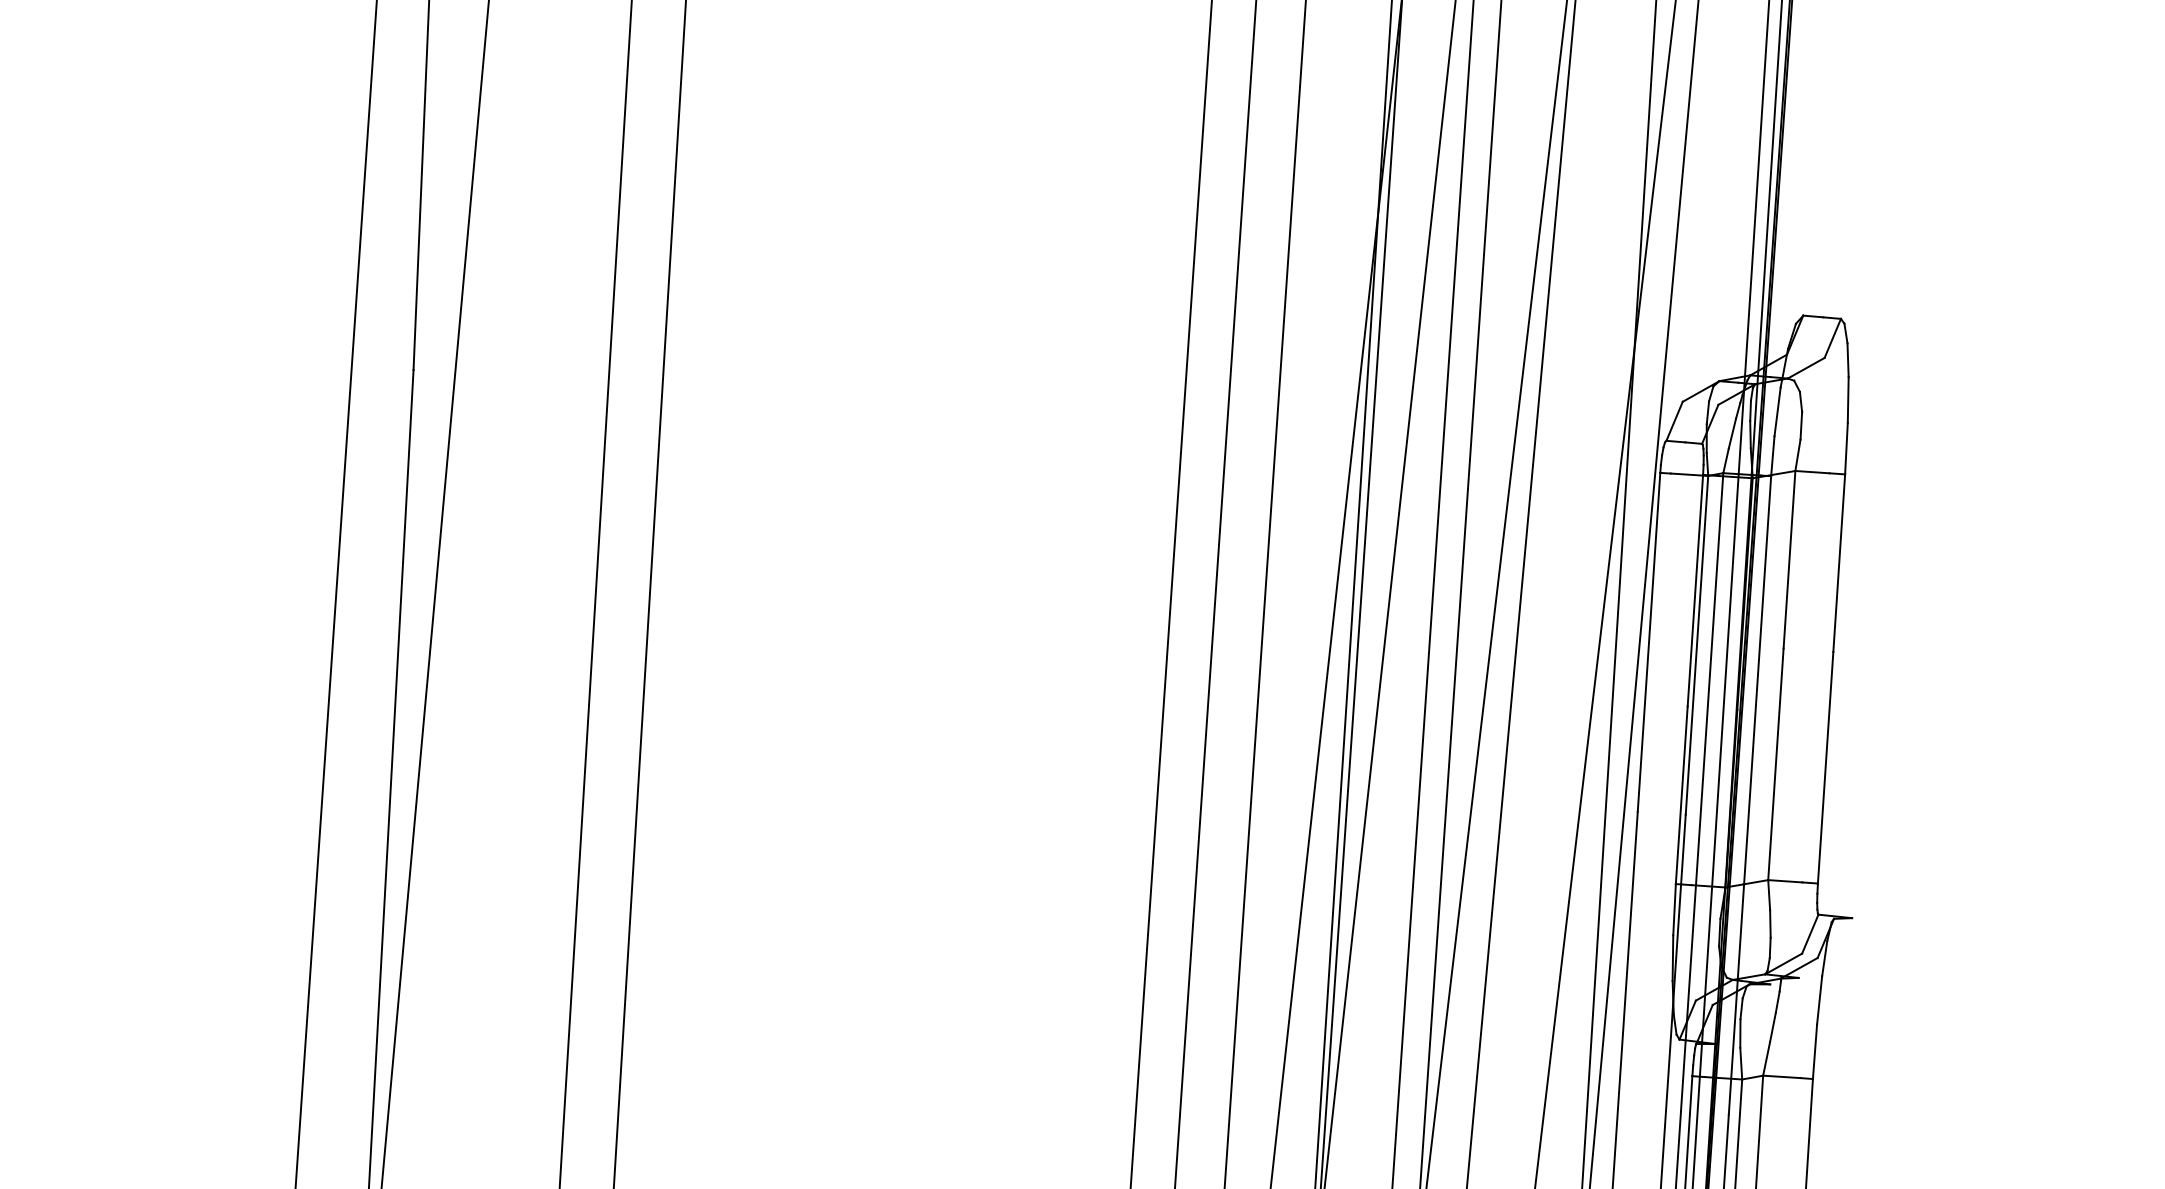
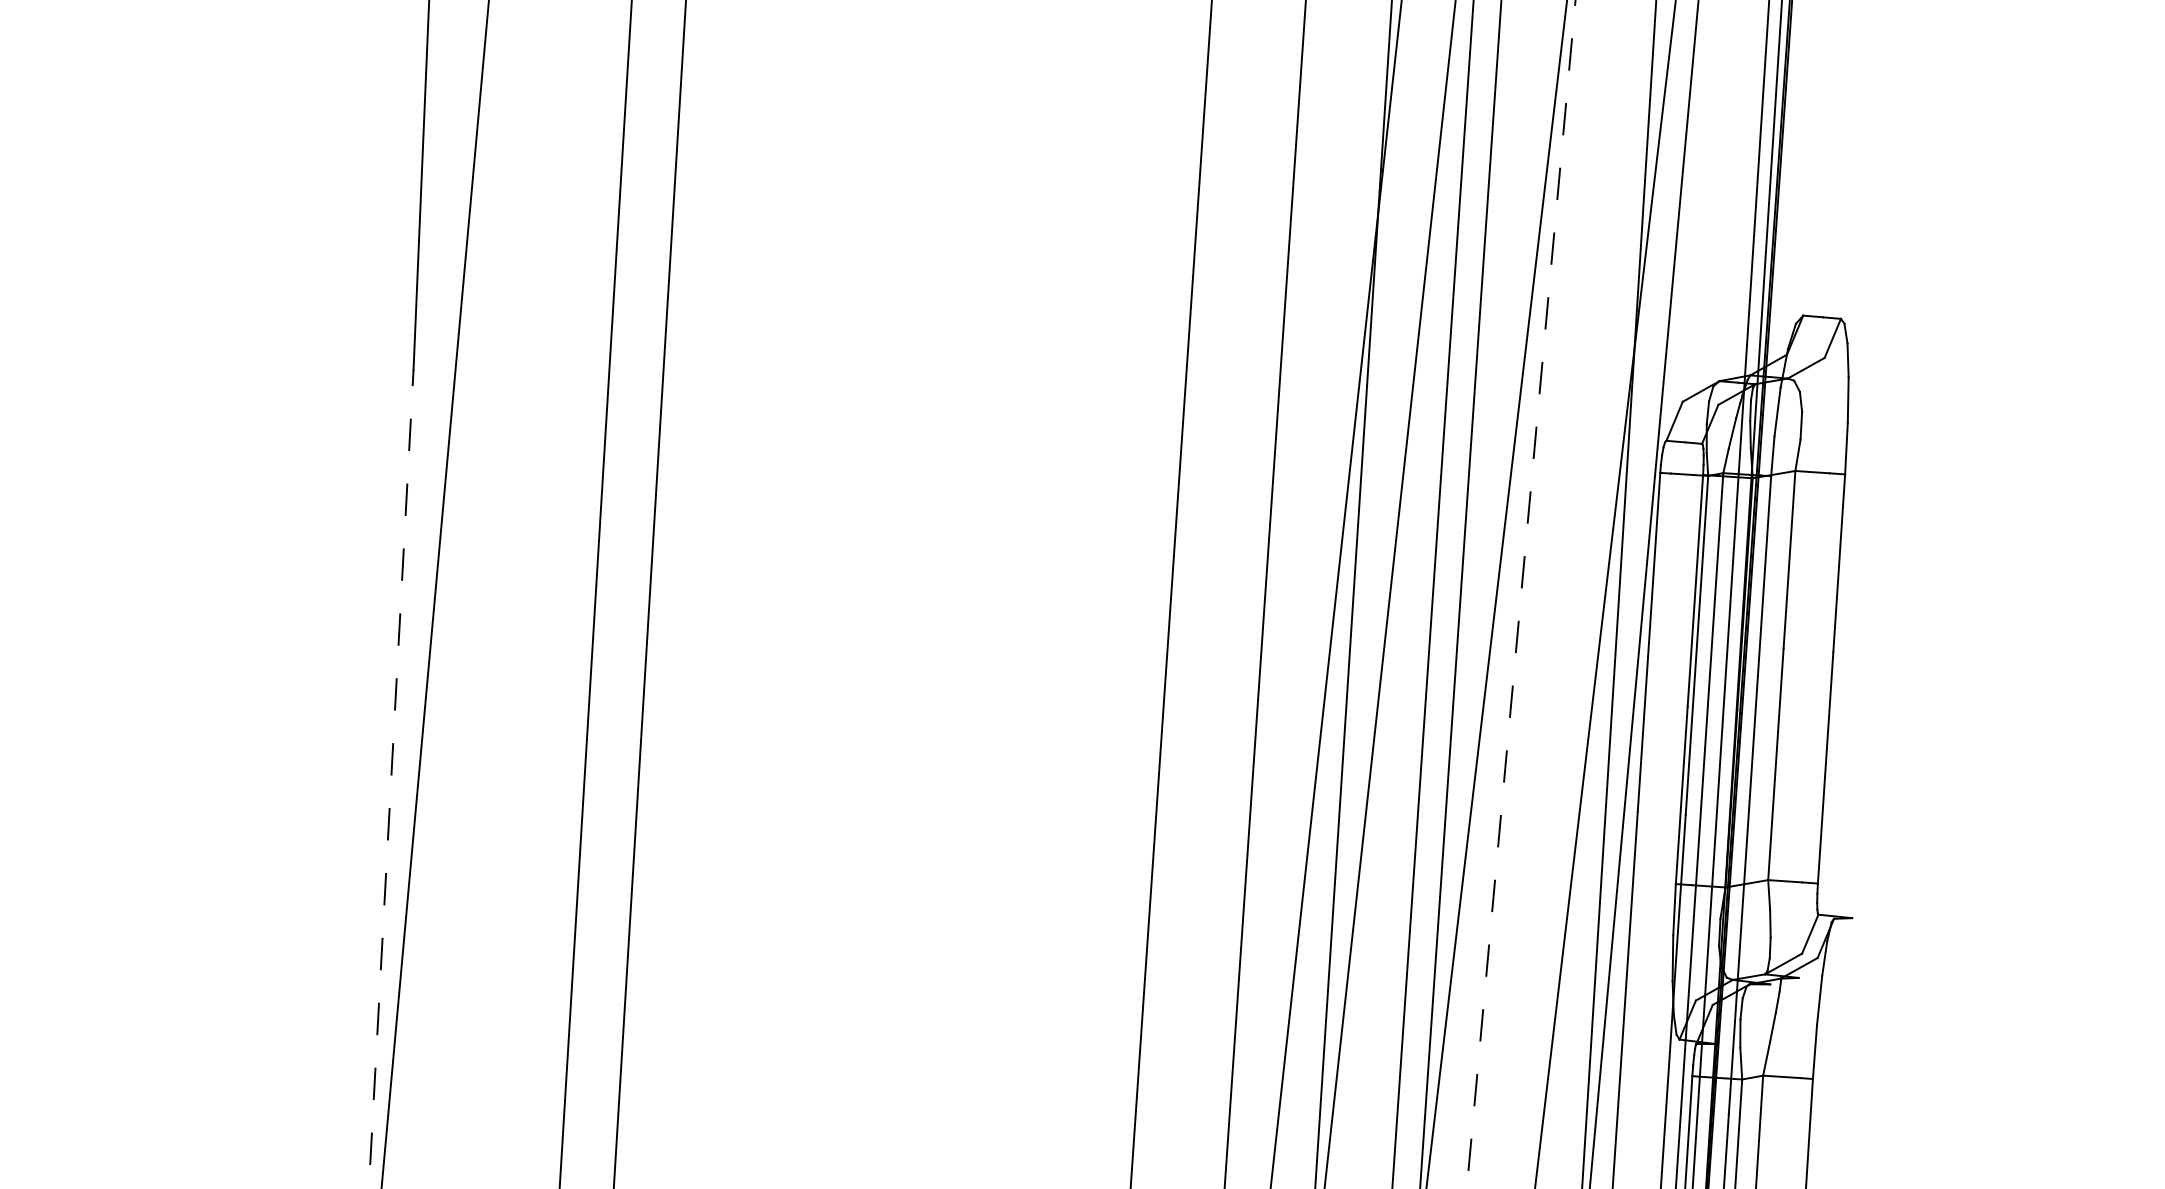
line at (335, 593): present -> none
line at (1215, 593): present -> none
line at (1361, 593): present -> none
line at (1521, 595): solid -> dashed
line at (391, 779): solid -> dashed
